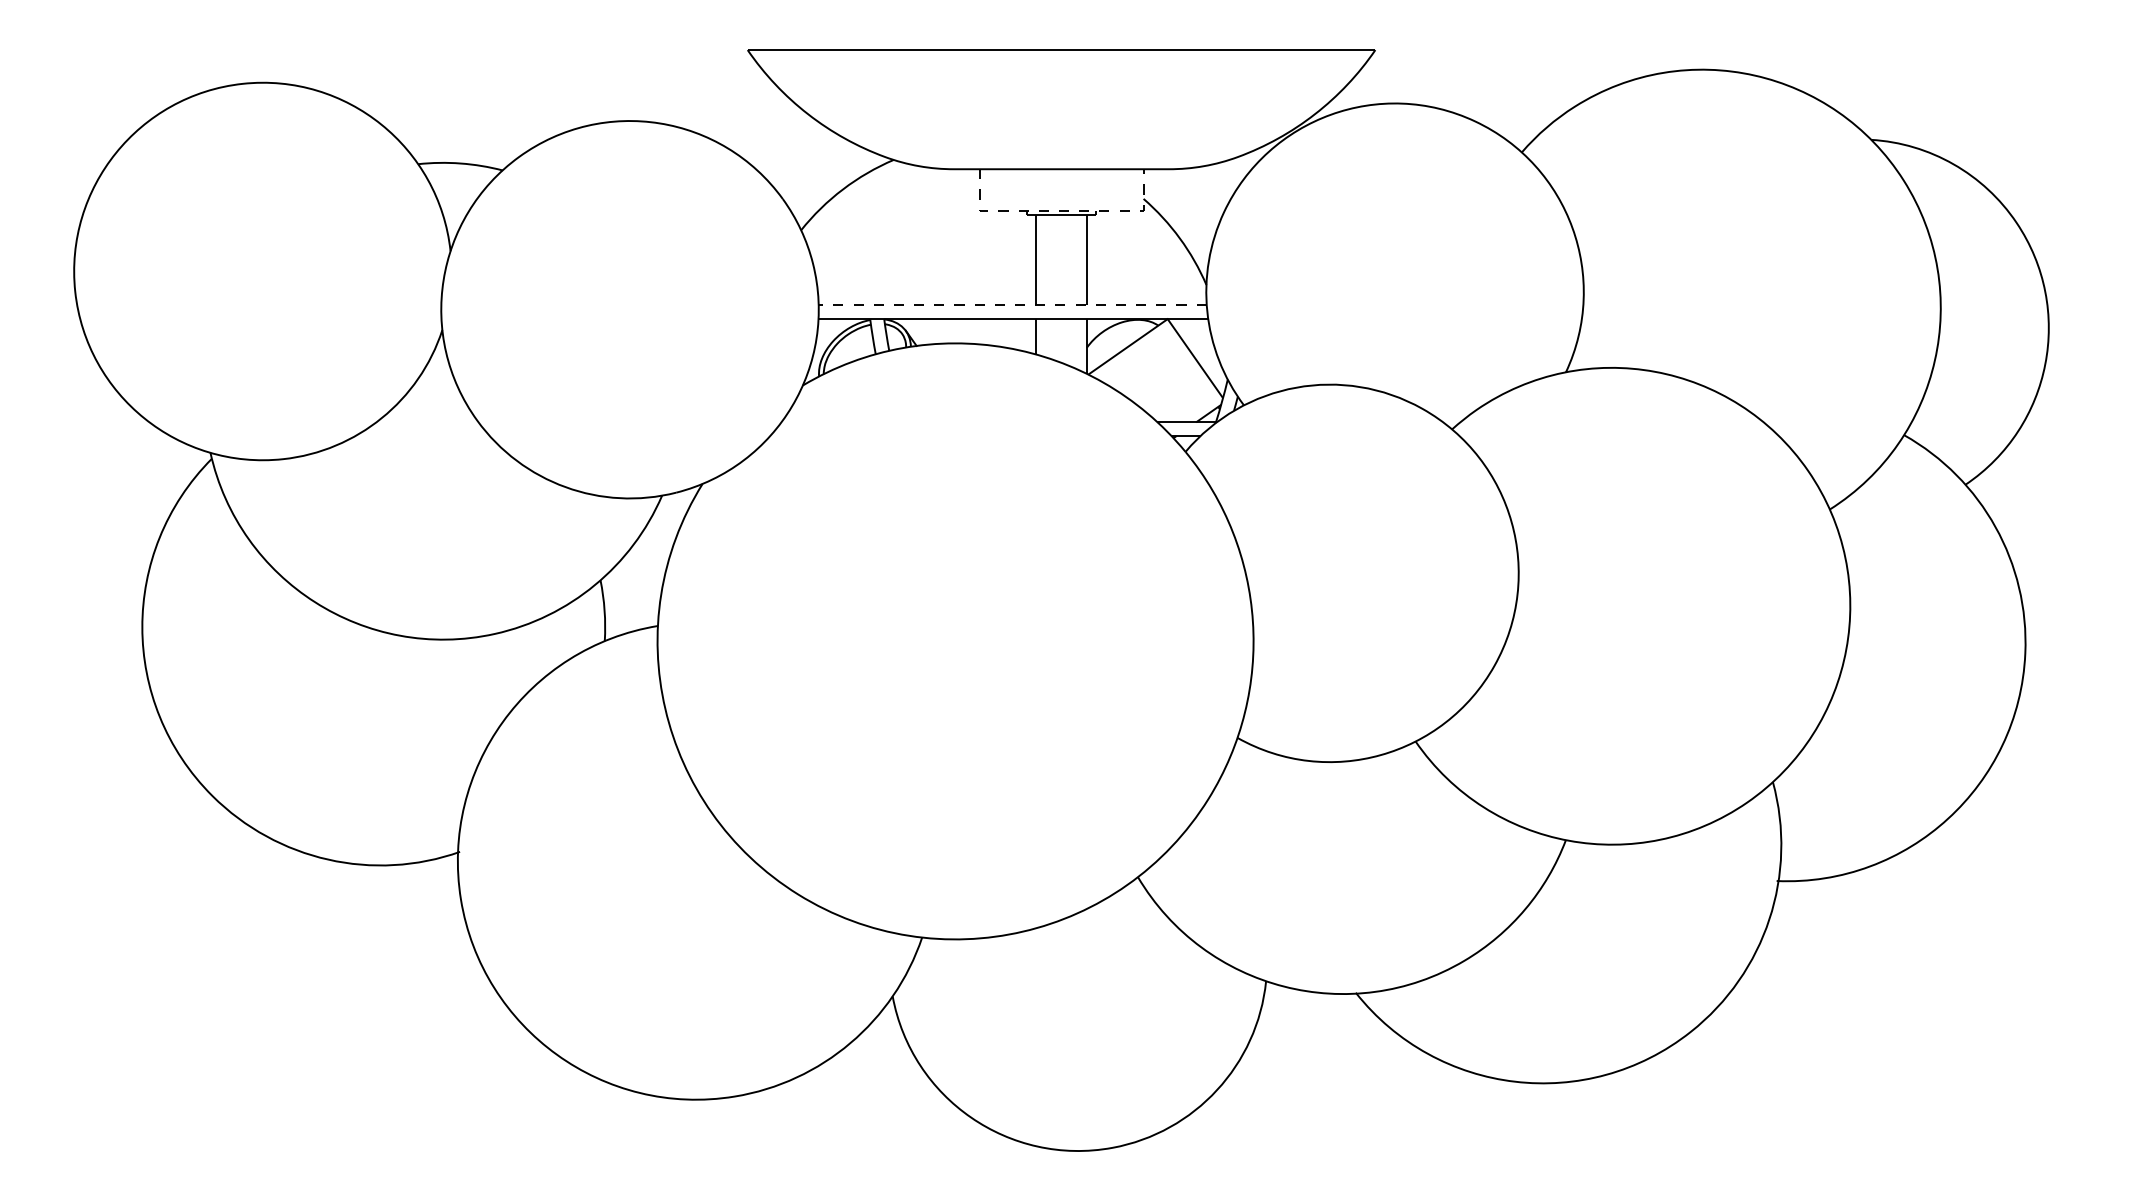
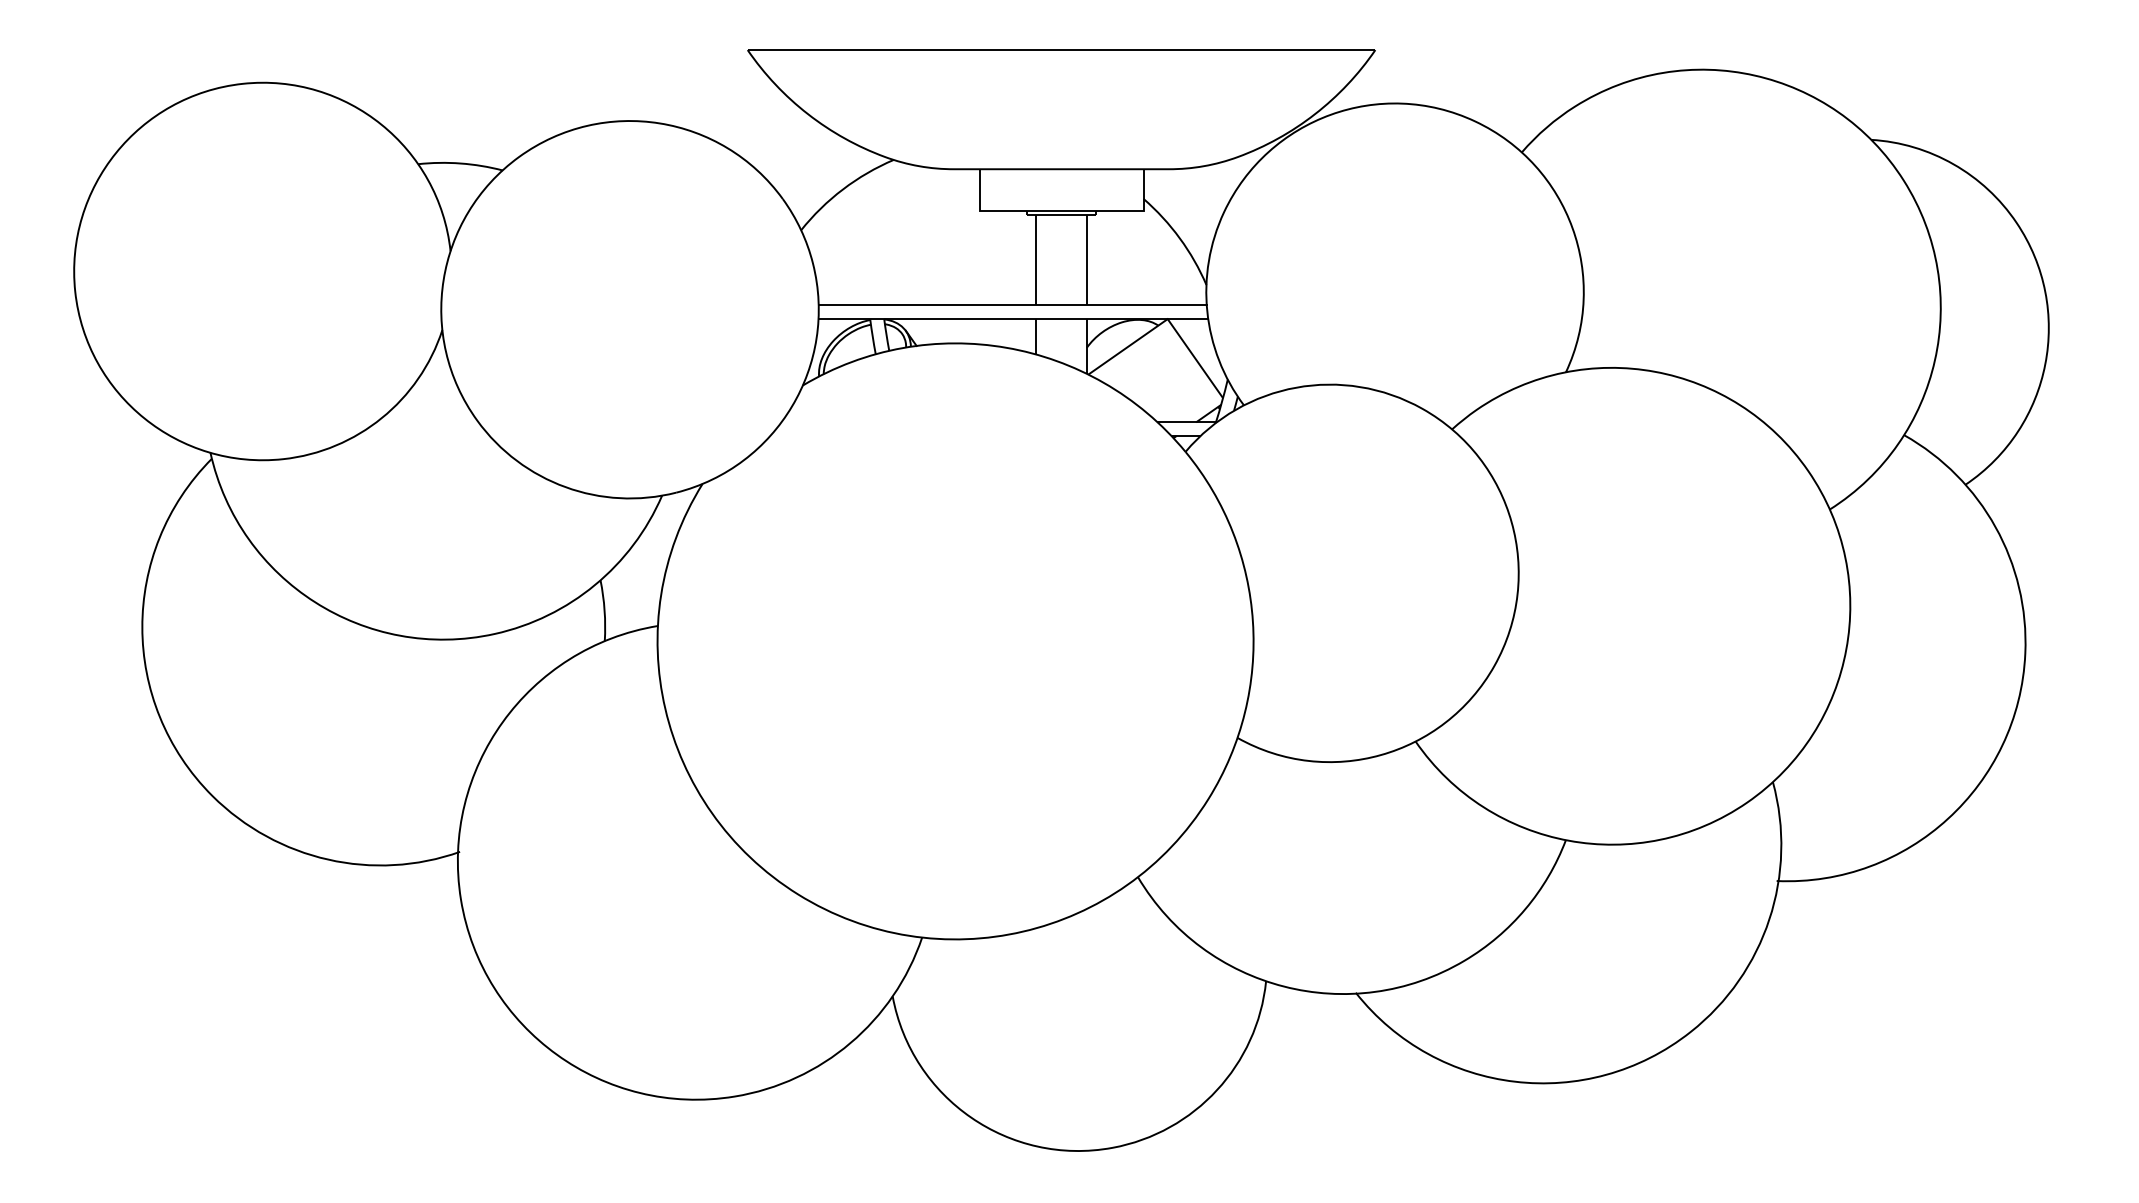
line at (1061, 210): dashed -> solid
line at (1012, 305): dashed -> solid
